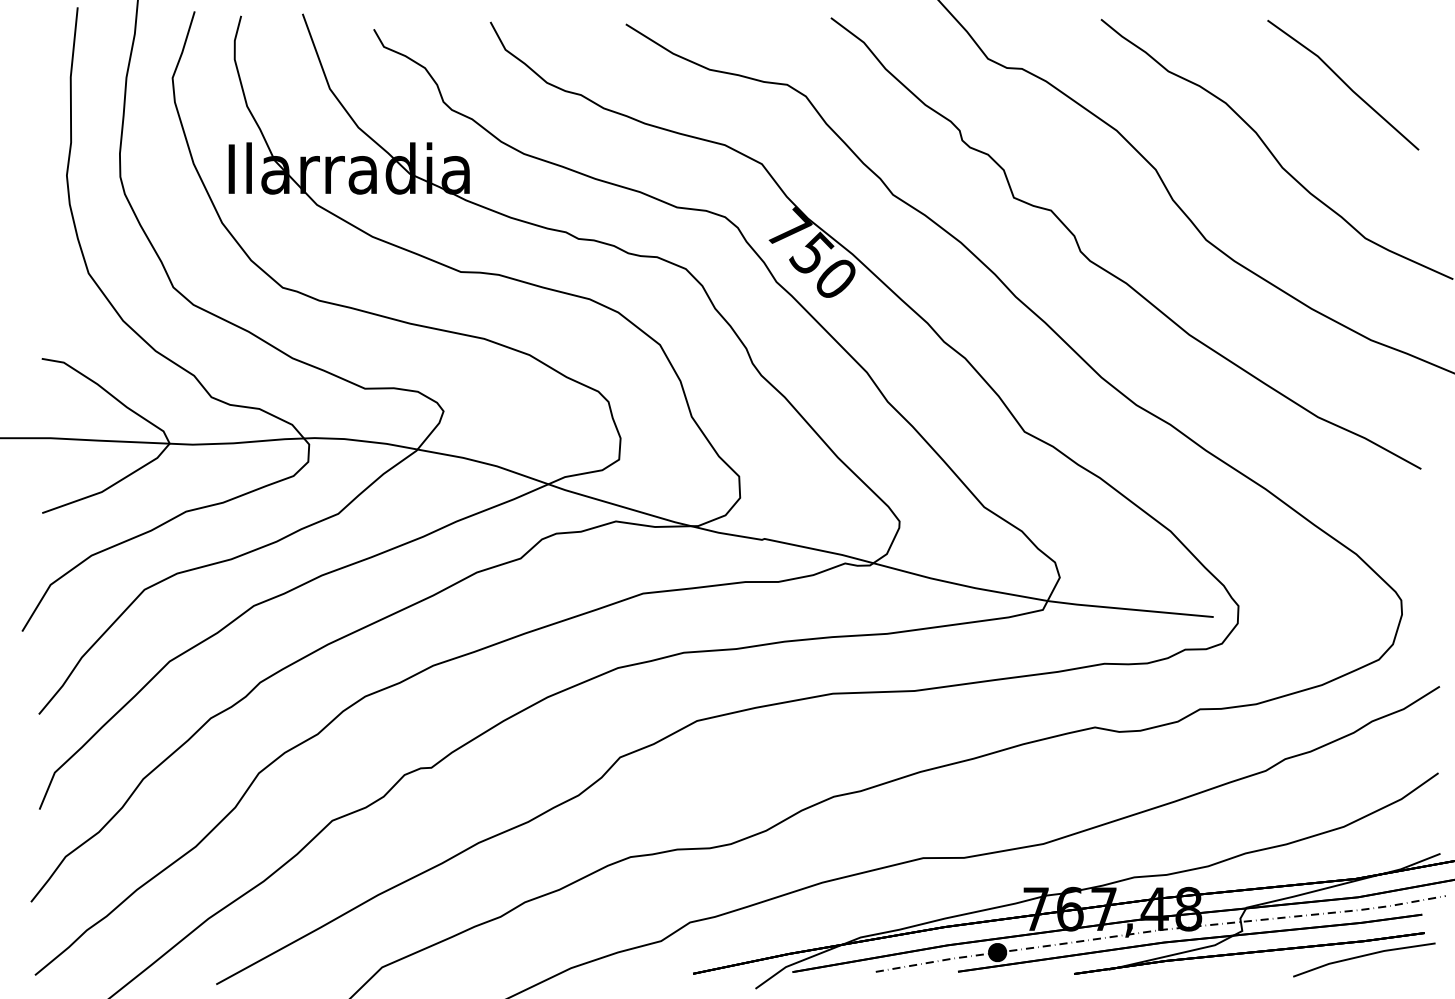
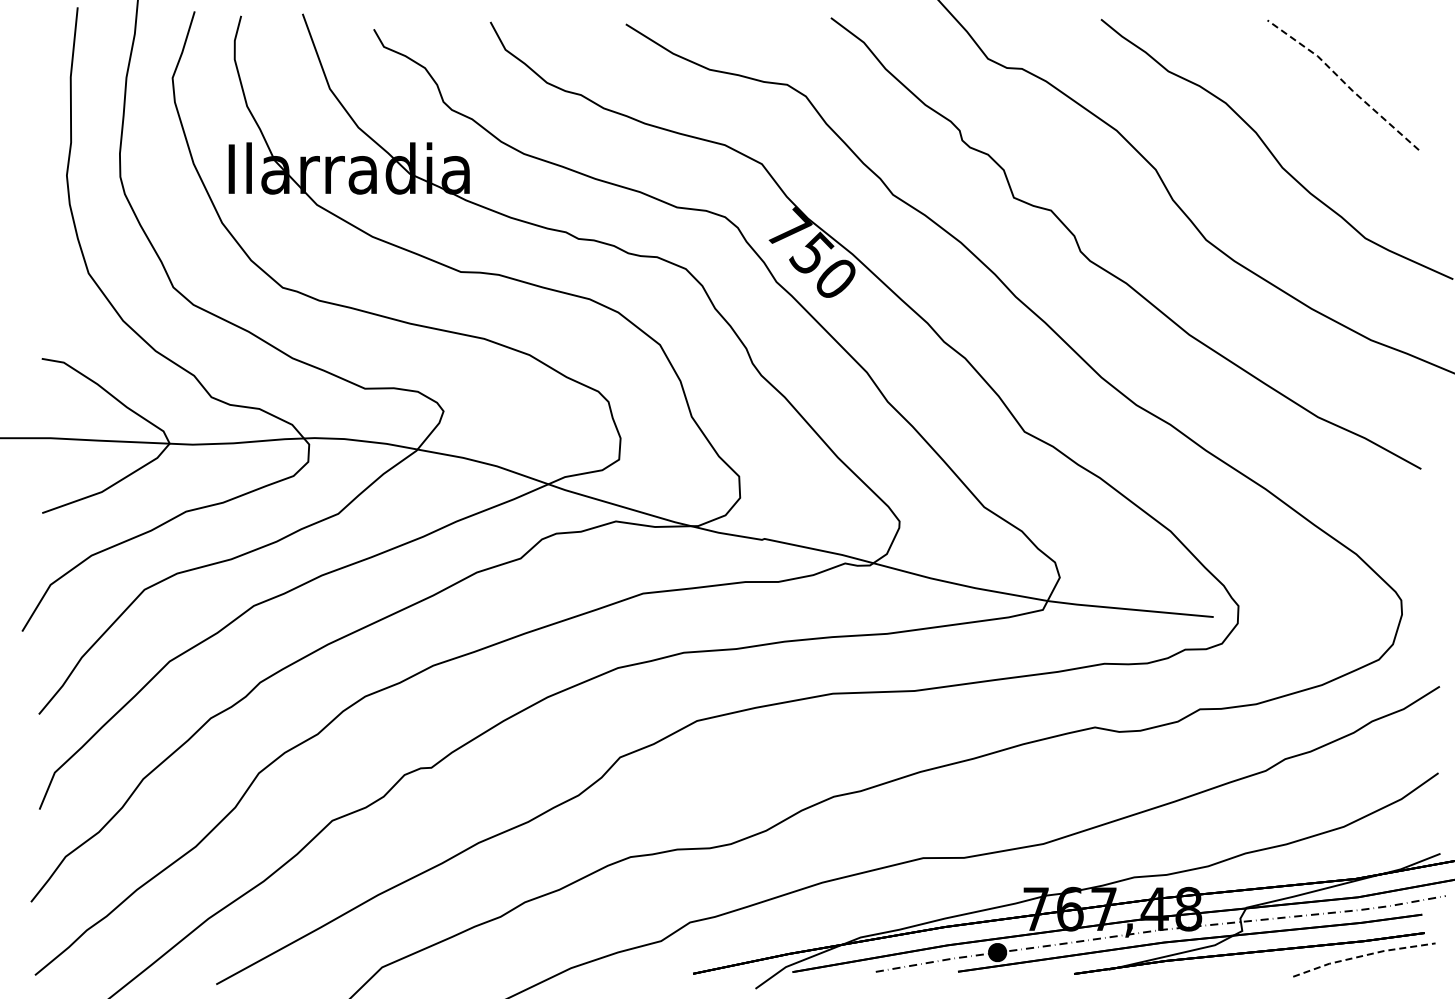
line at (1344, 82): solid -> dashed
line at (1363, 955): solid -> dashed
